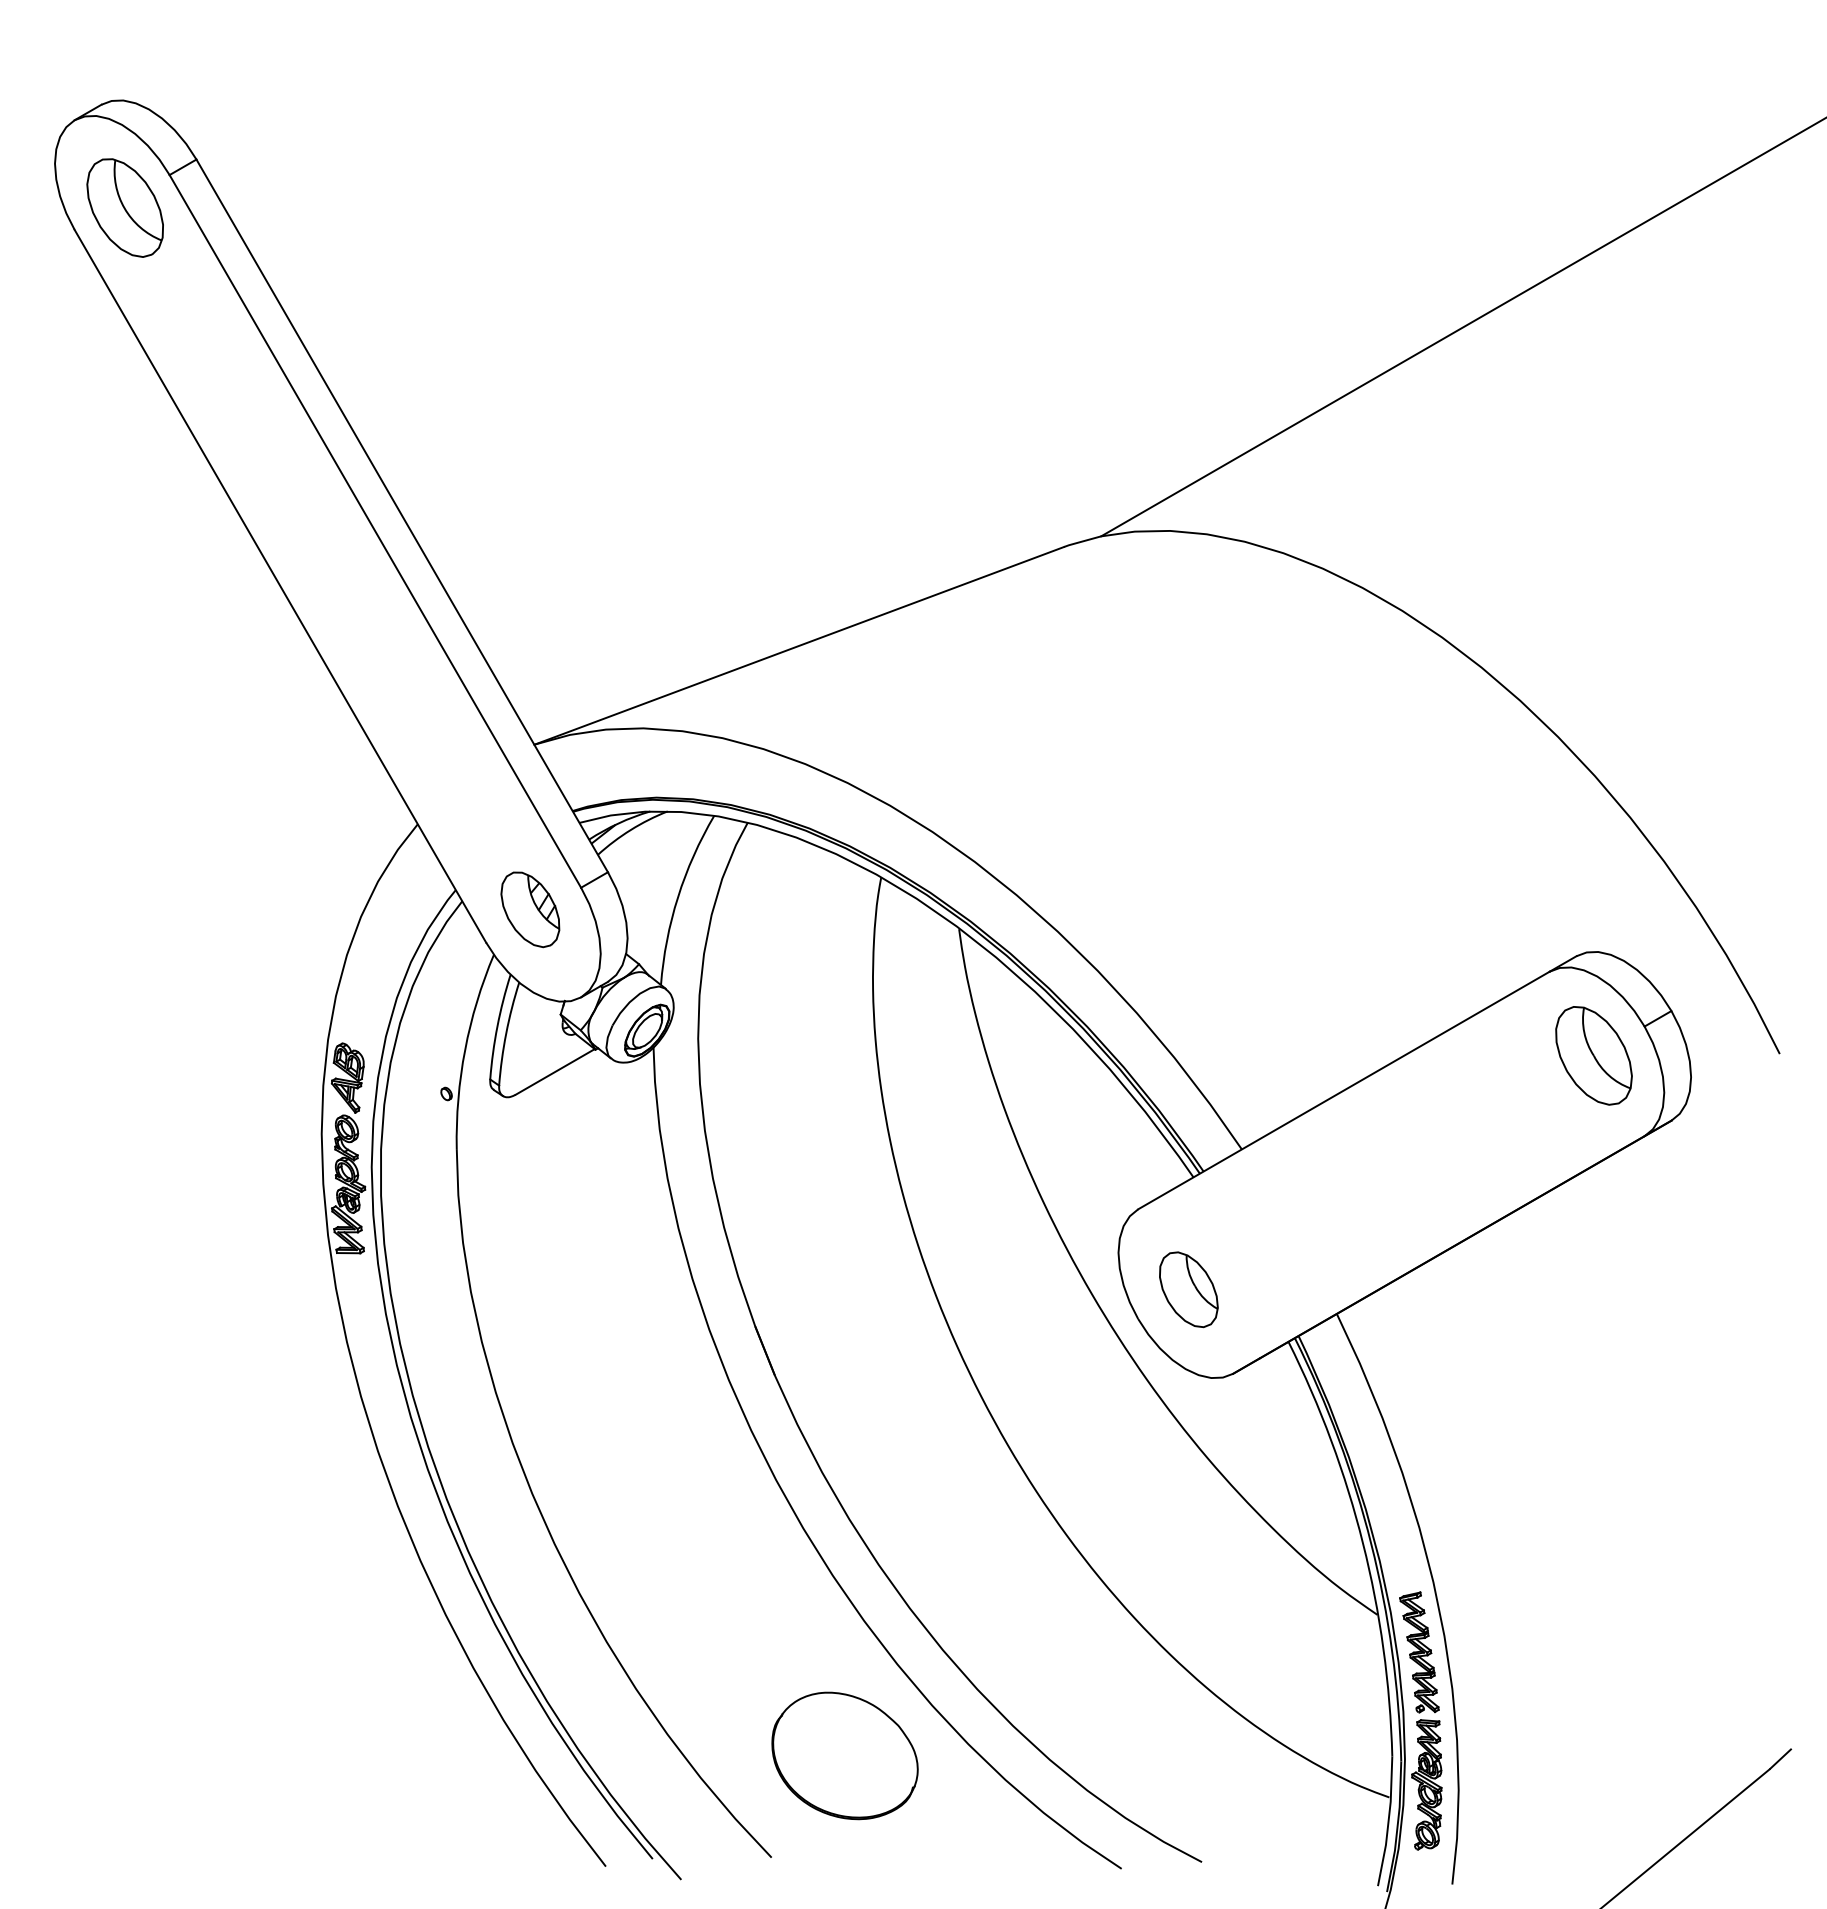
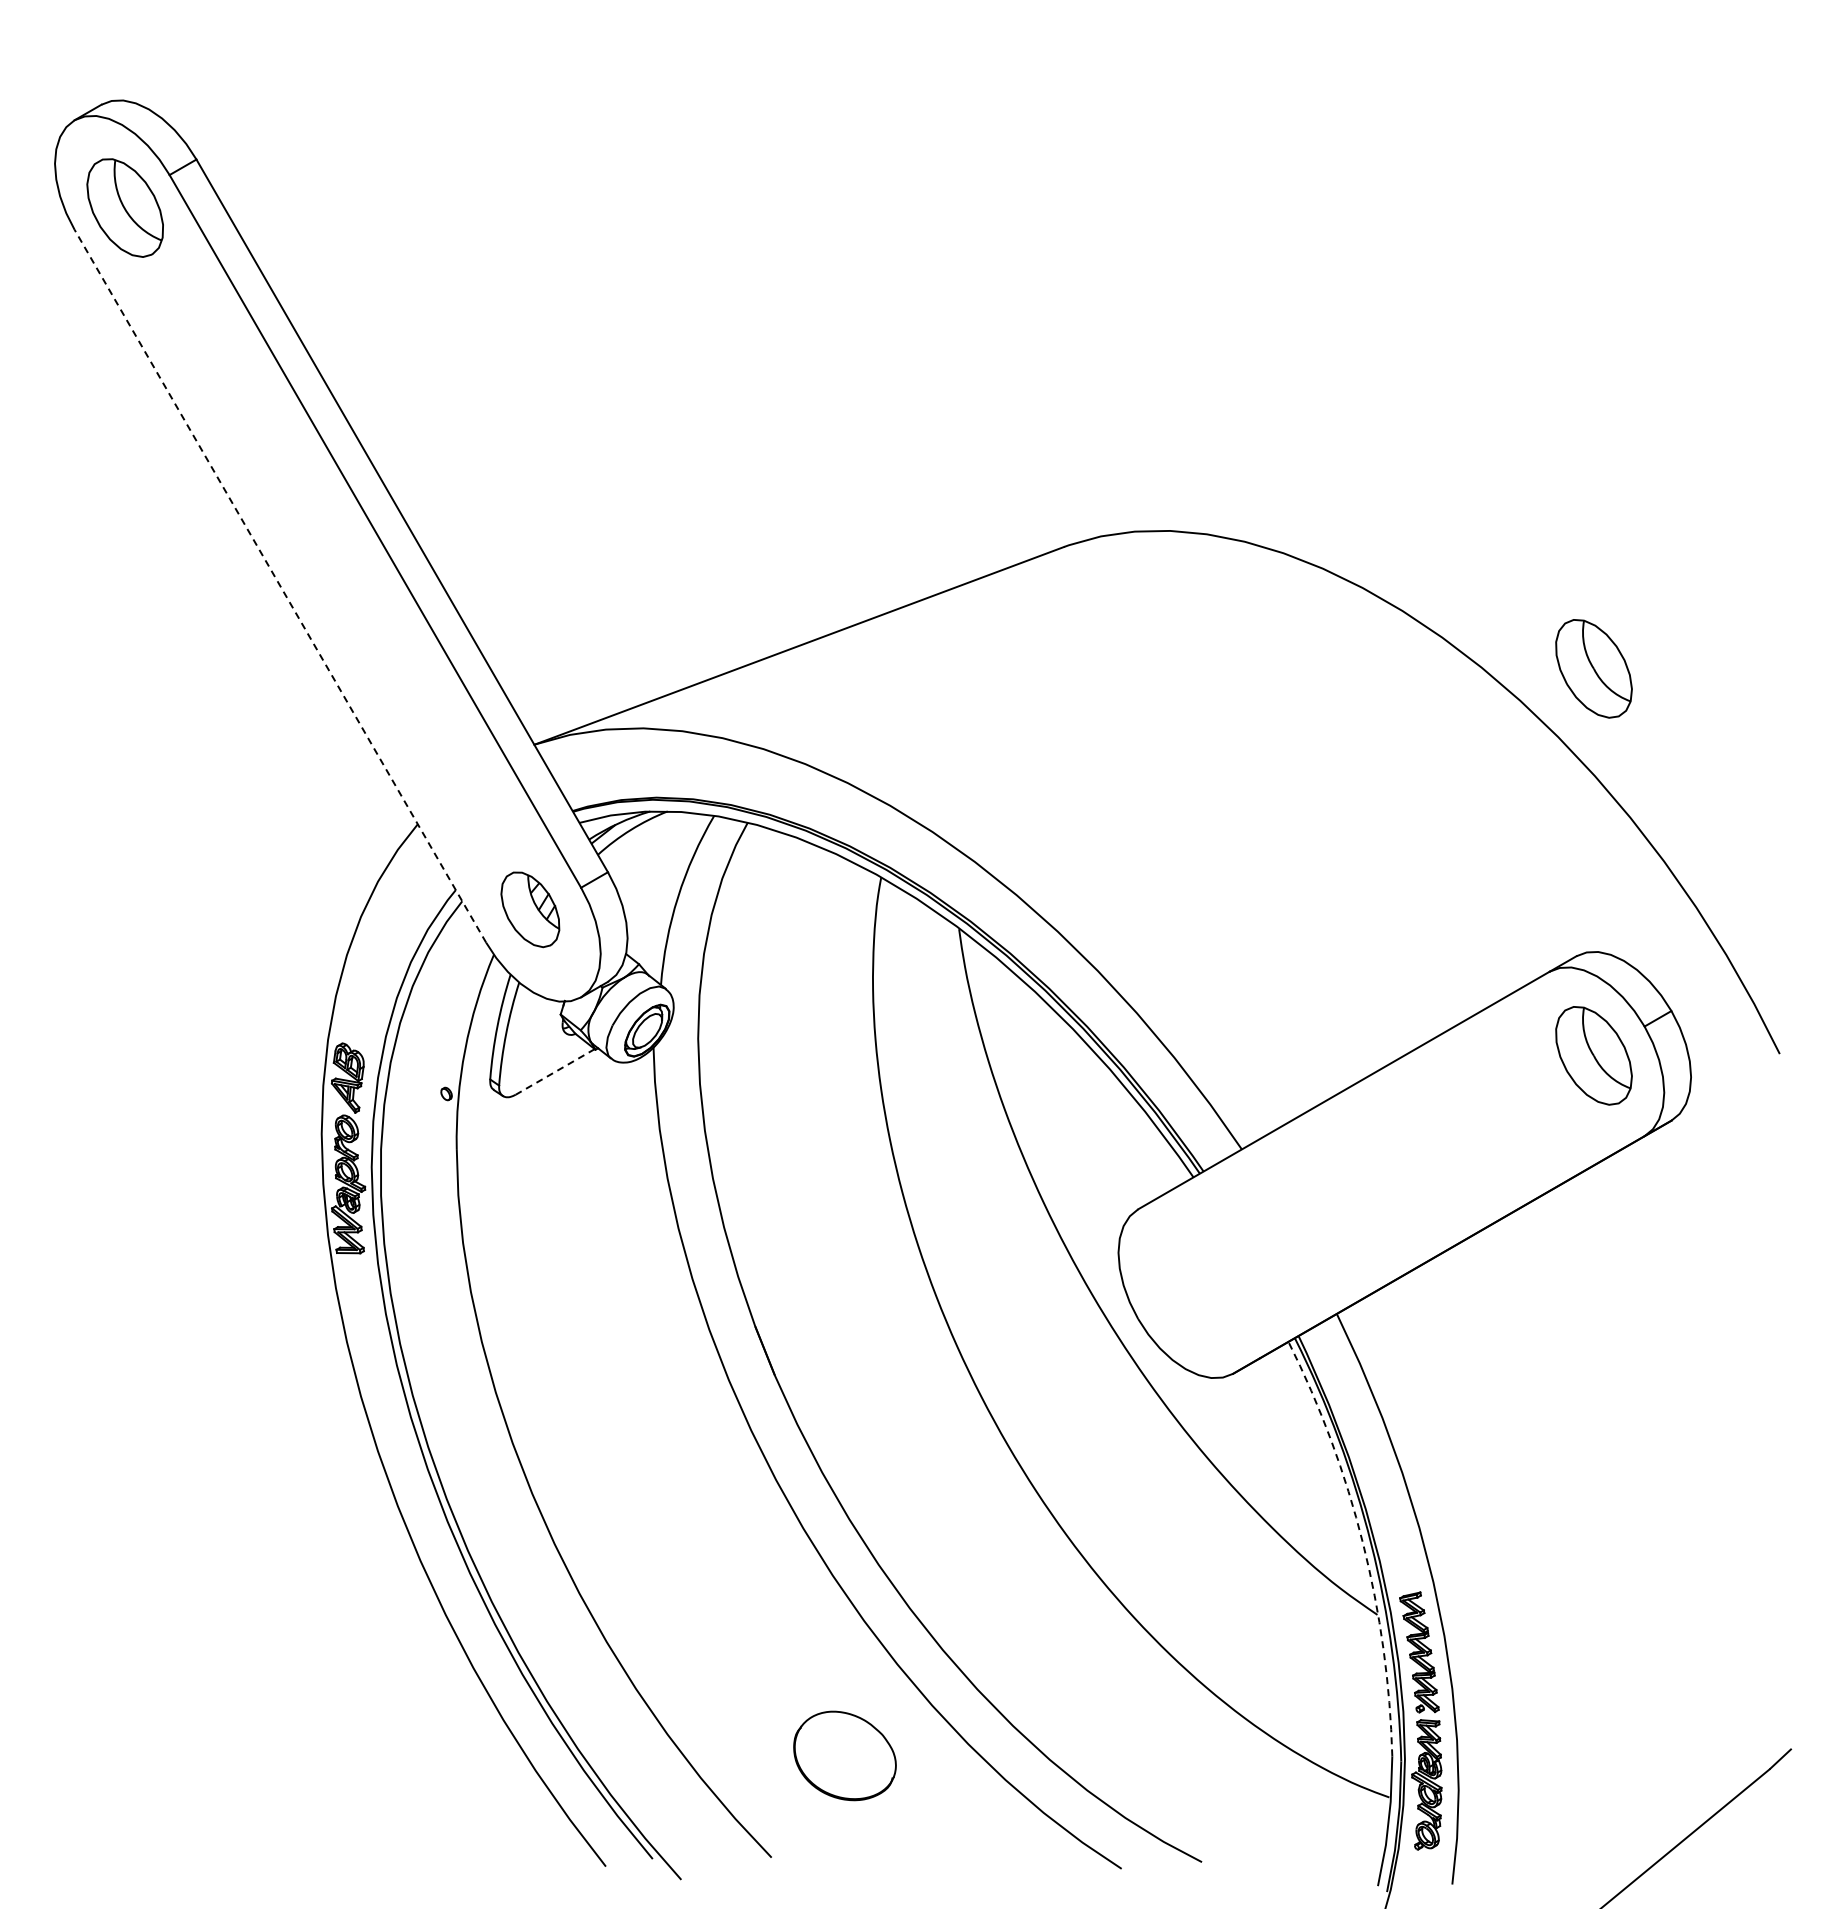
line at (1462, 327): present -> none
line at (280, 585): solid -> dashed
part at (1593, 668): none -> present
line at (555, 1071): solid -> dashed
part at (1188, 1289): present -> none
arc at (1363, 1543): solid -> dashed
part at (844, 1755) size: 148x130 px -> 104x92 px
